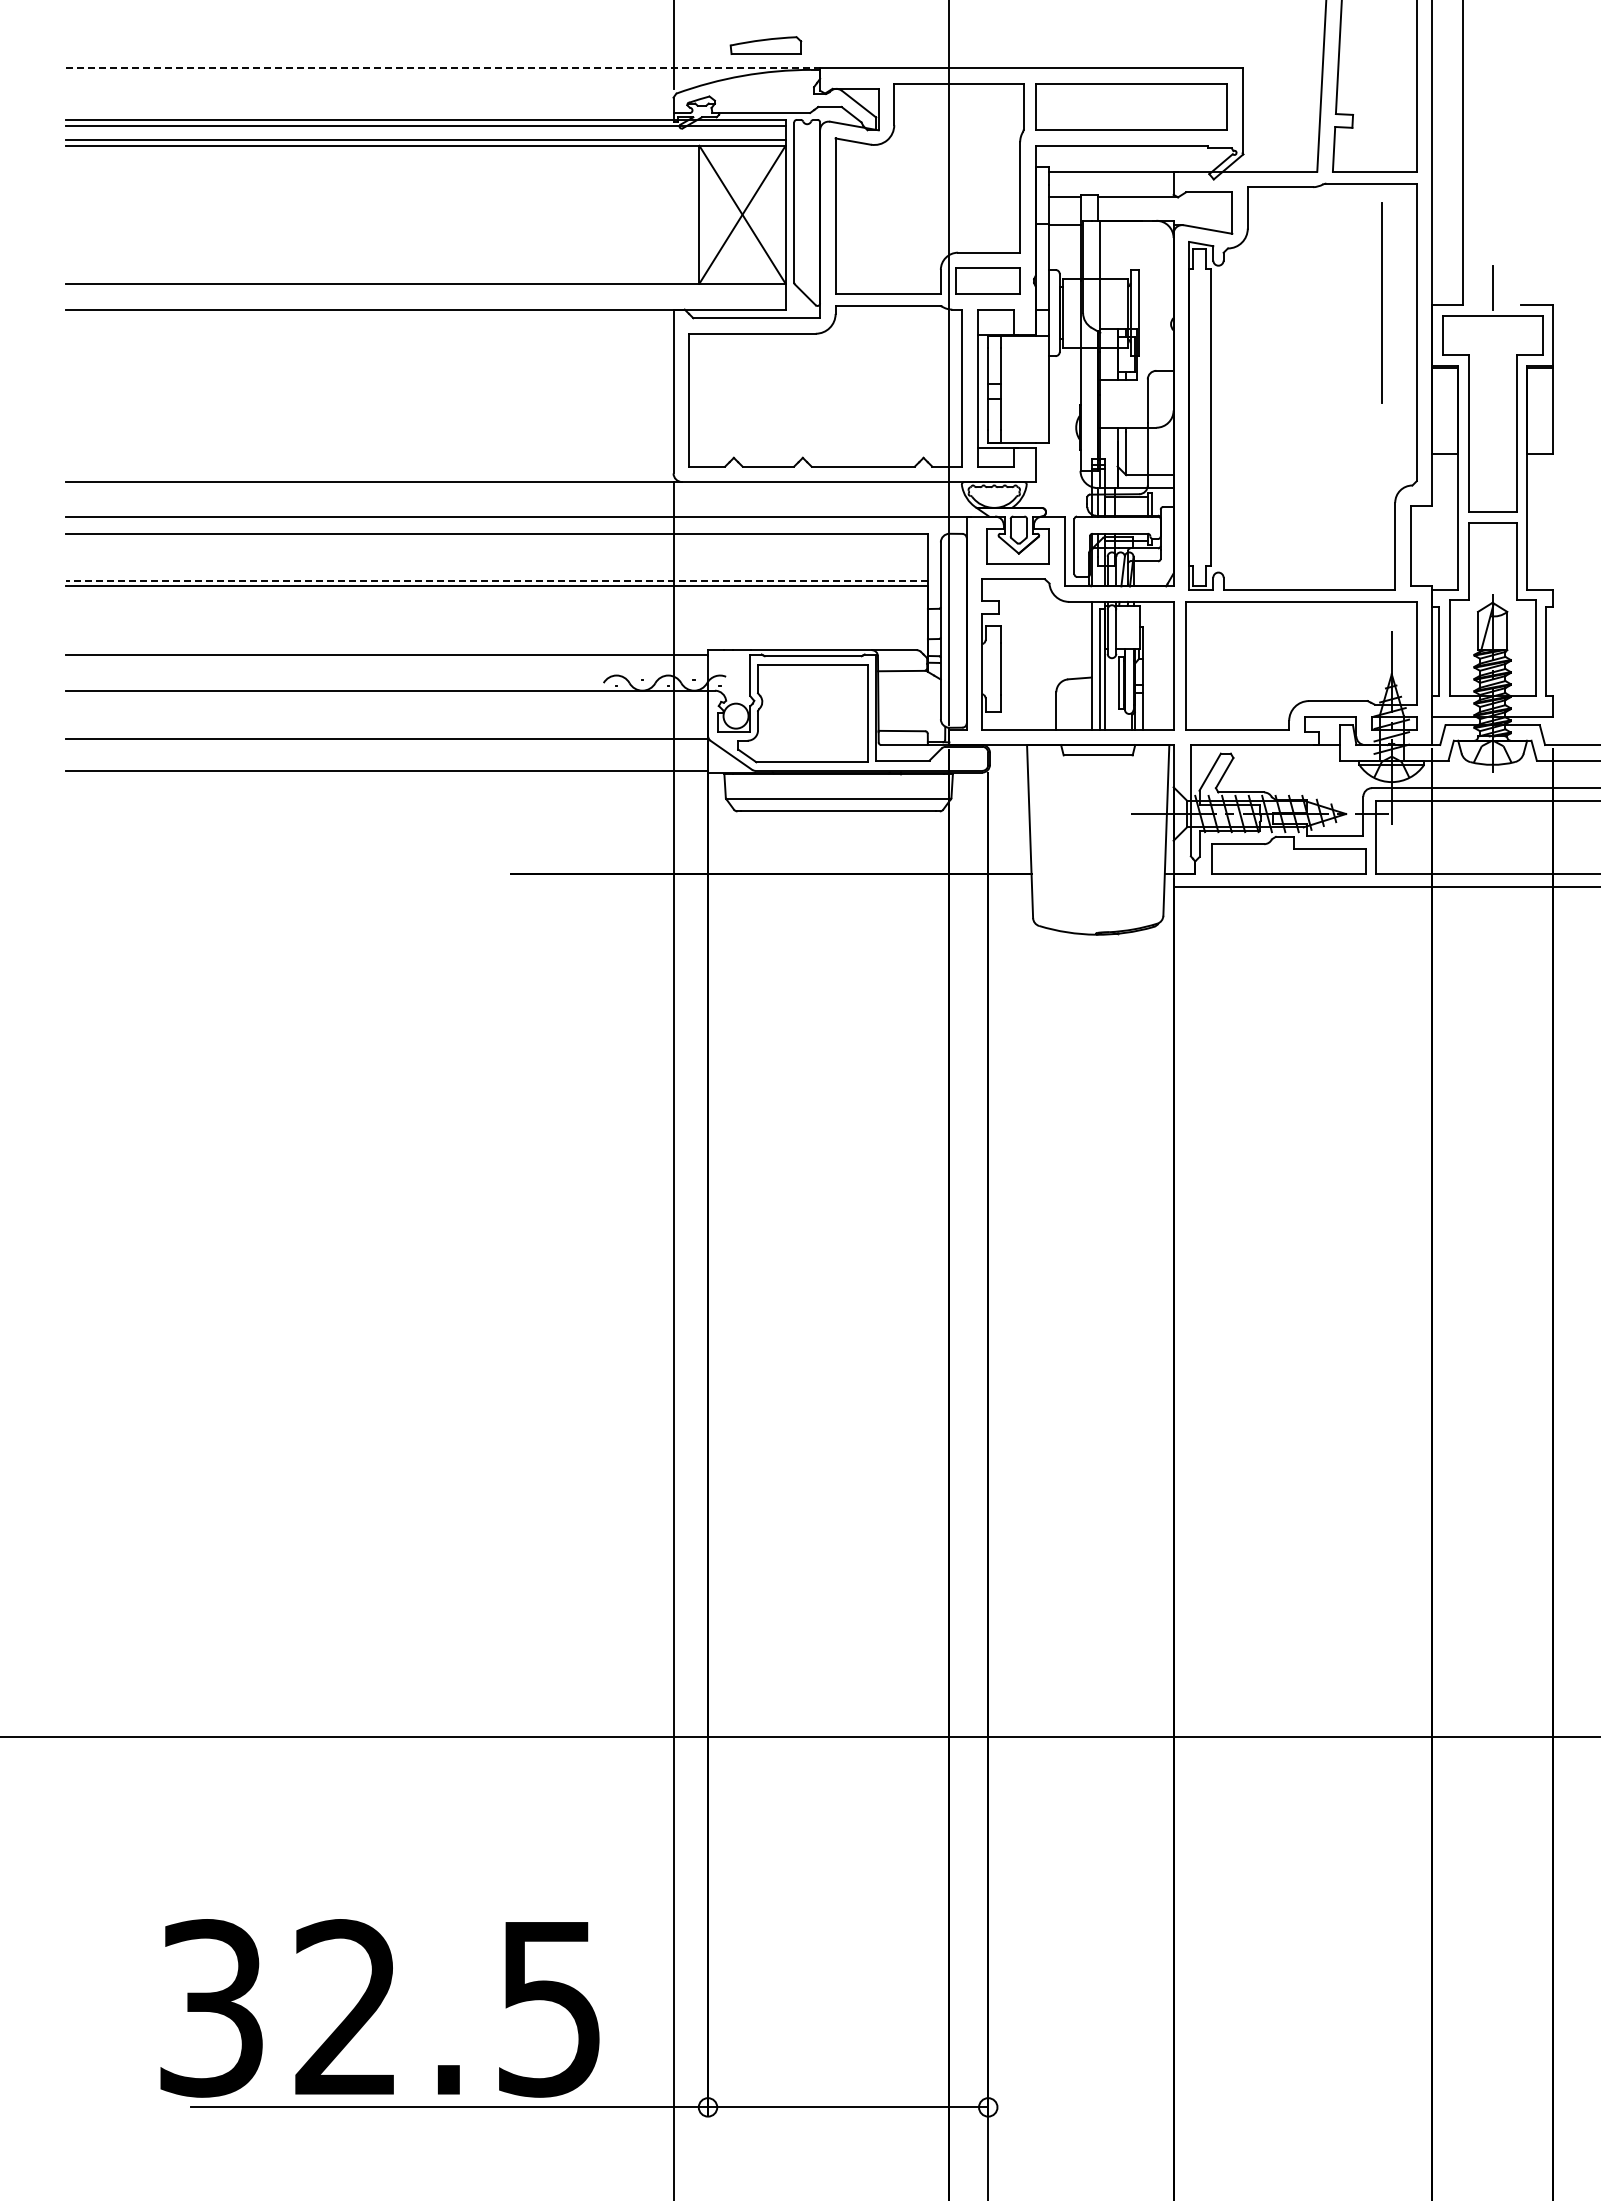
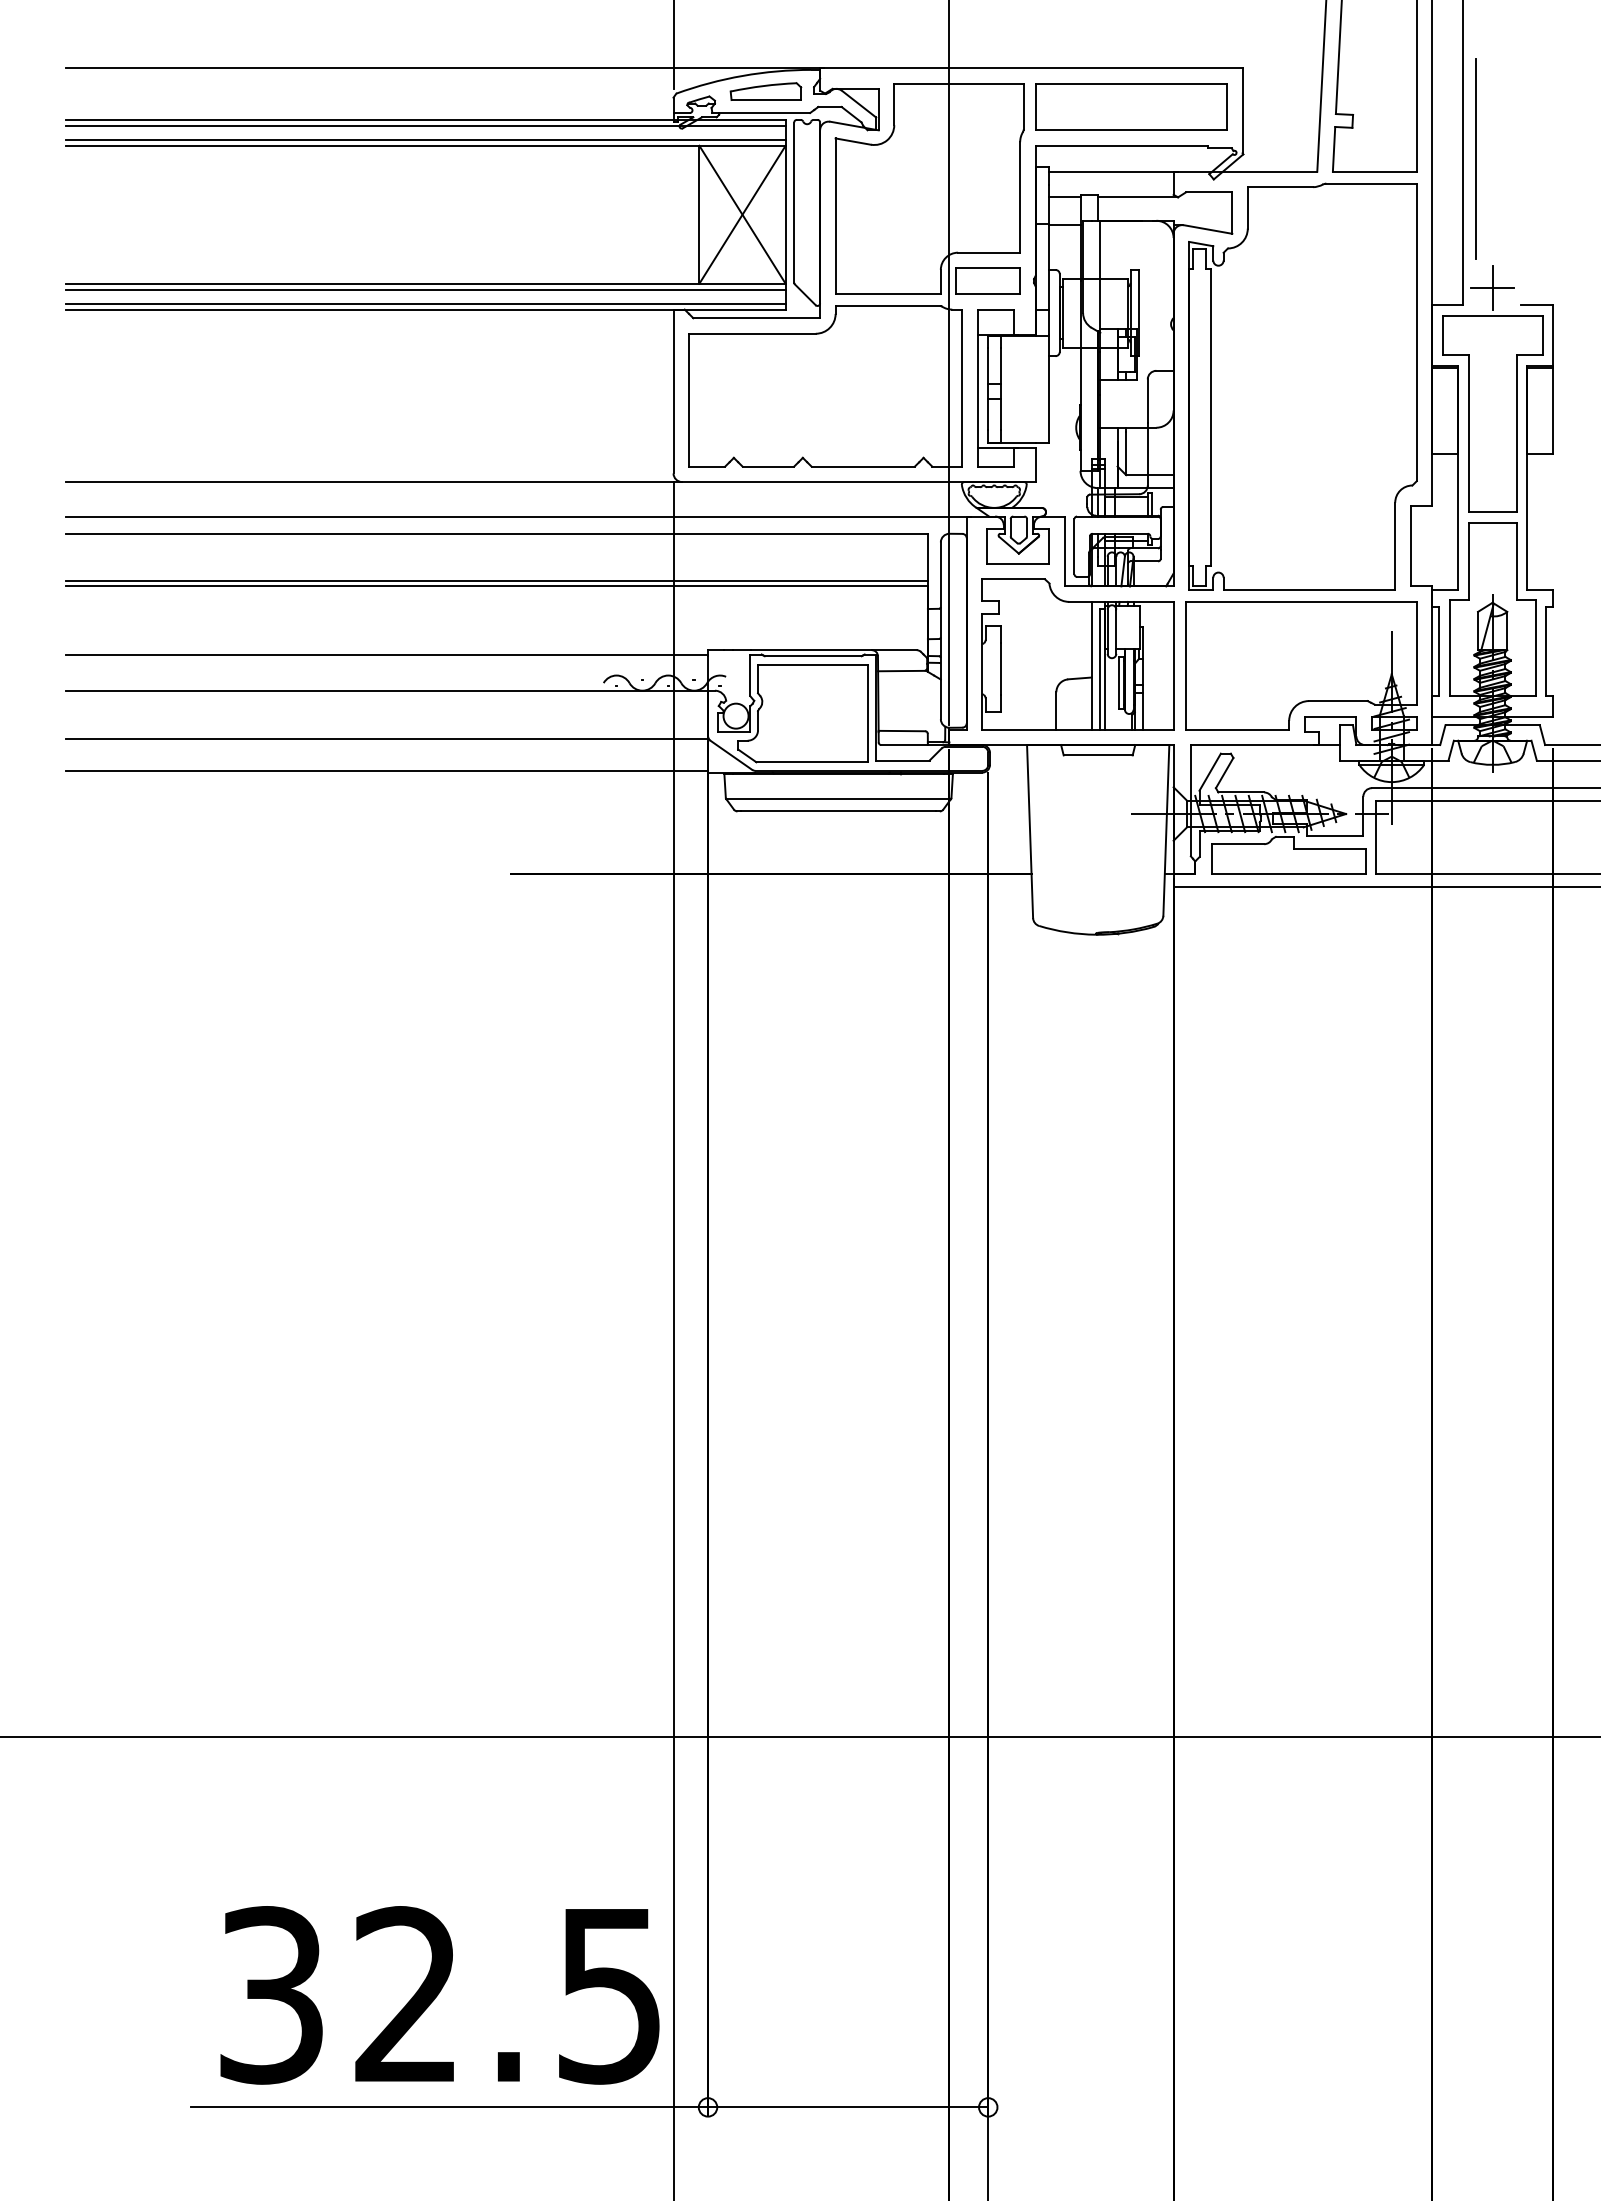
part at (765, 45) position: (765, 45) -> (765, 91)
line at (445, 68): dashed -> solid
line at (1492, 288): none -> present
line at (425, 289): none -> present
line at (1381, 302) position: (1381, 302) -> (1475, 158)
line at (425, 303): none -> present
line at (496, 581): dashed -> solid
text at (379, 2008) position: (379, 2008) -> (439, 1995)
